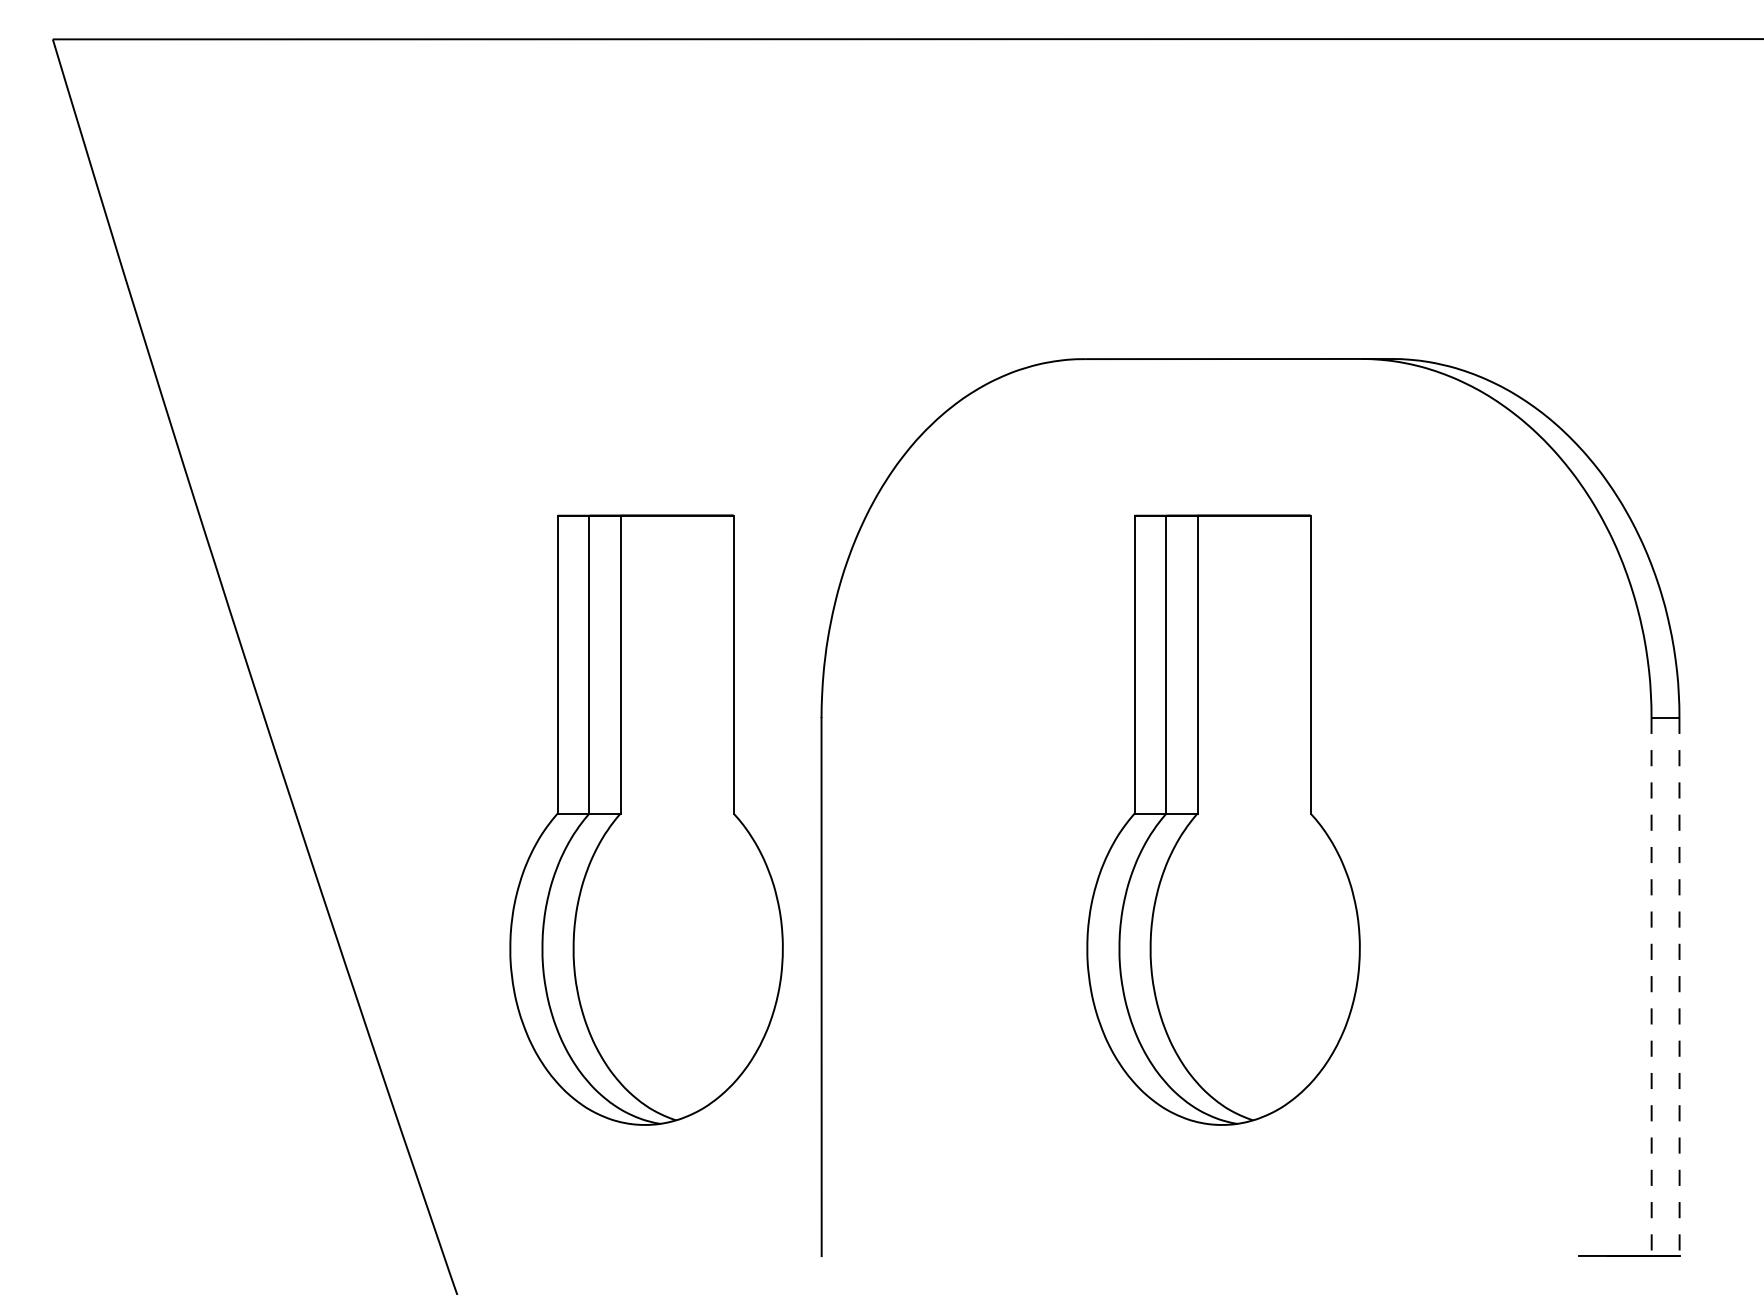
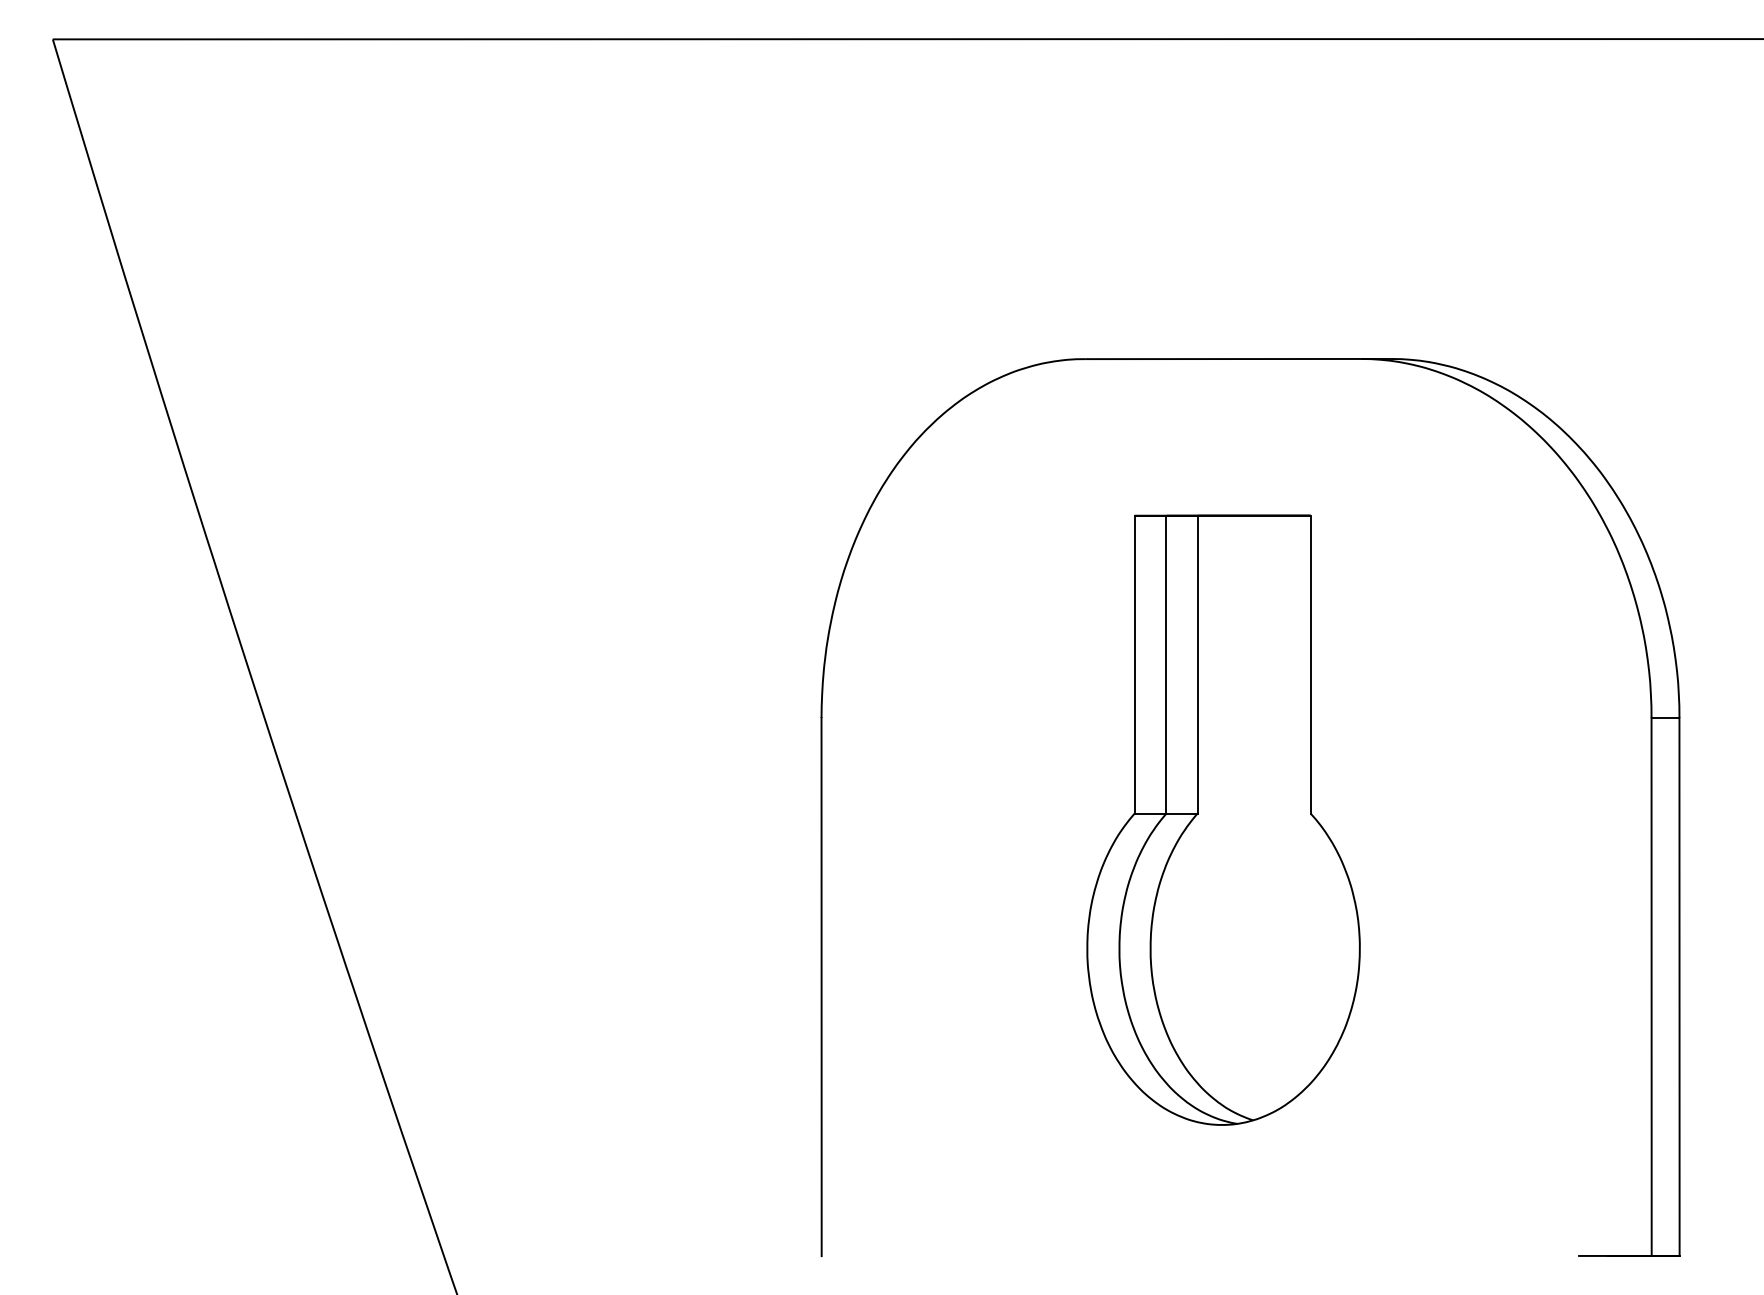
part at (646, 819): present -> none
line at (1651, 987): dashed -> solid
line at (1679, 987): dashed -> solid
